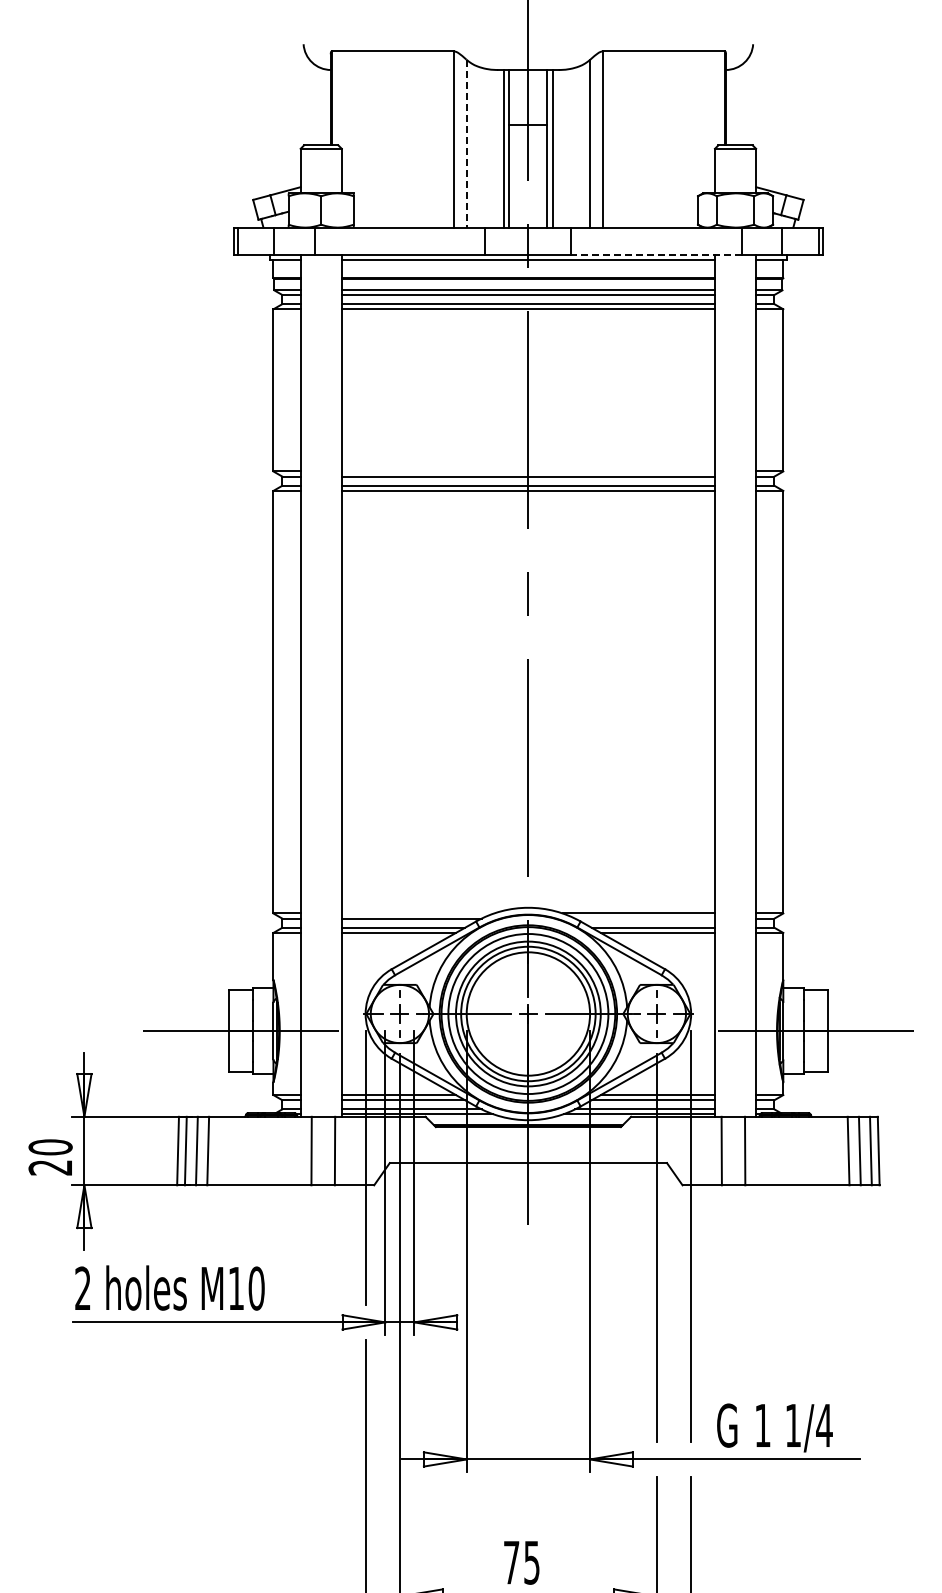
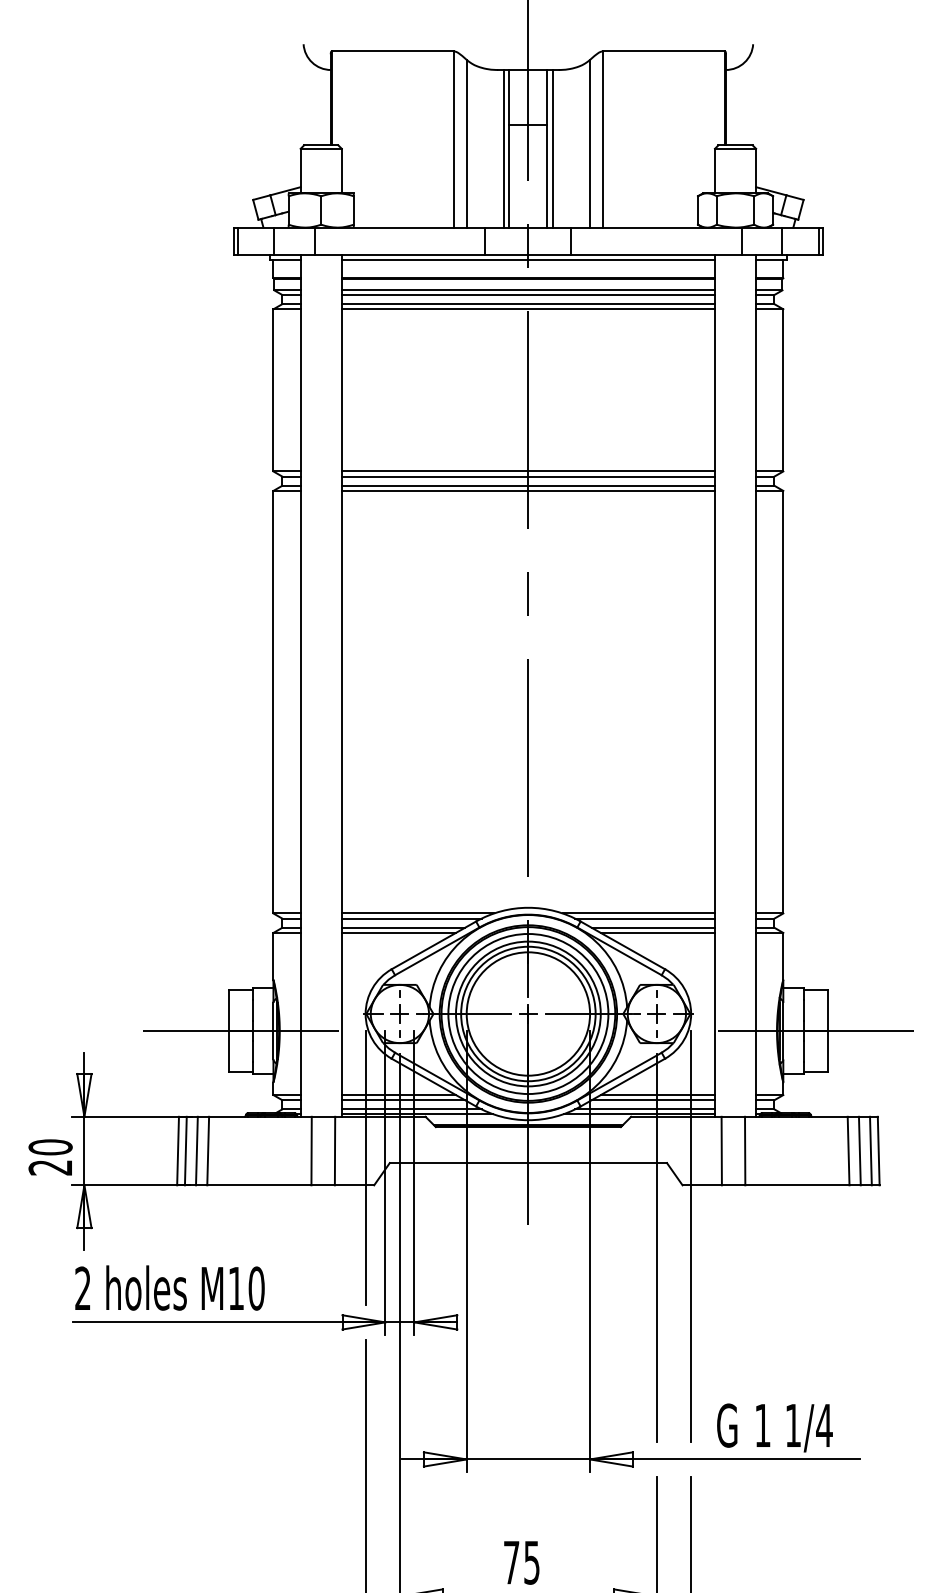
line at (466, 143): dashed -> solid
line at (656, 255): dashed -> solid
line at (527, 471): none -> present
line at (417, 913): none -> present
line at (644, 918): none -> present
